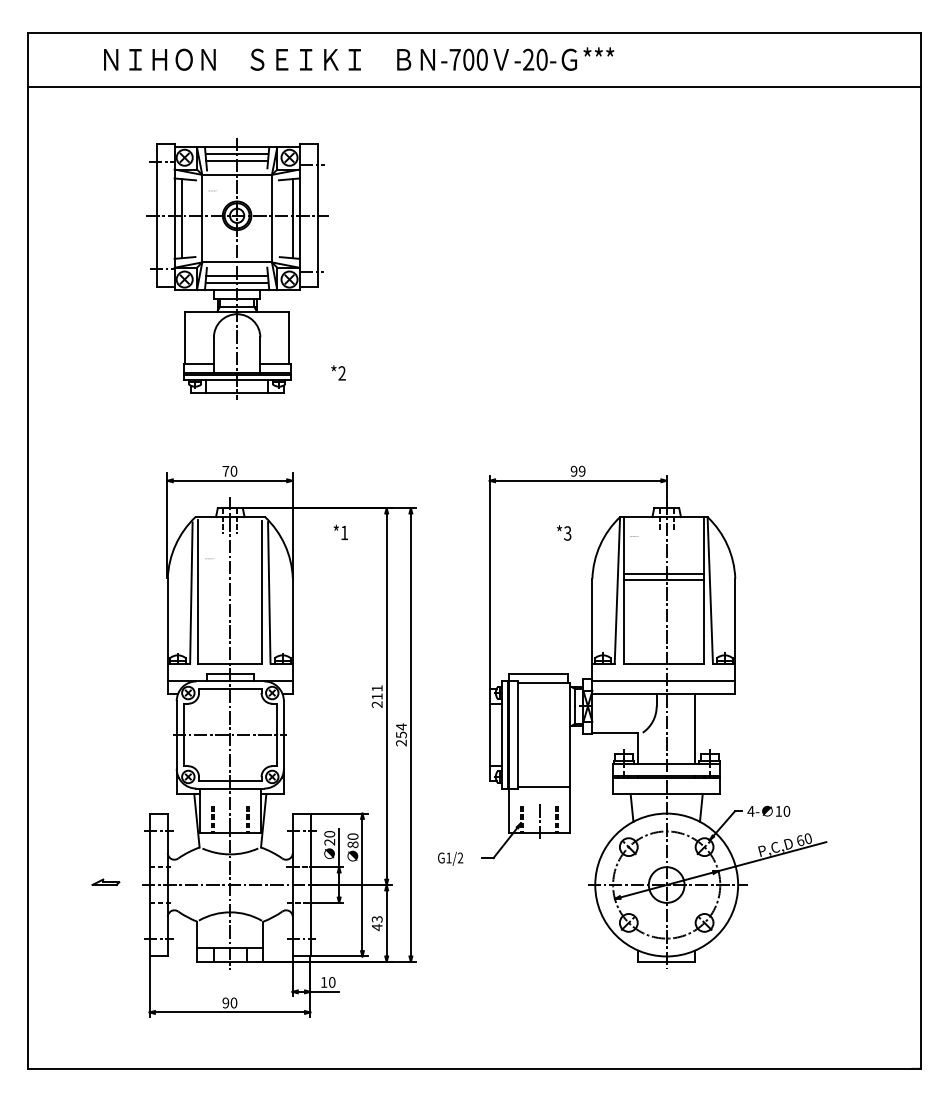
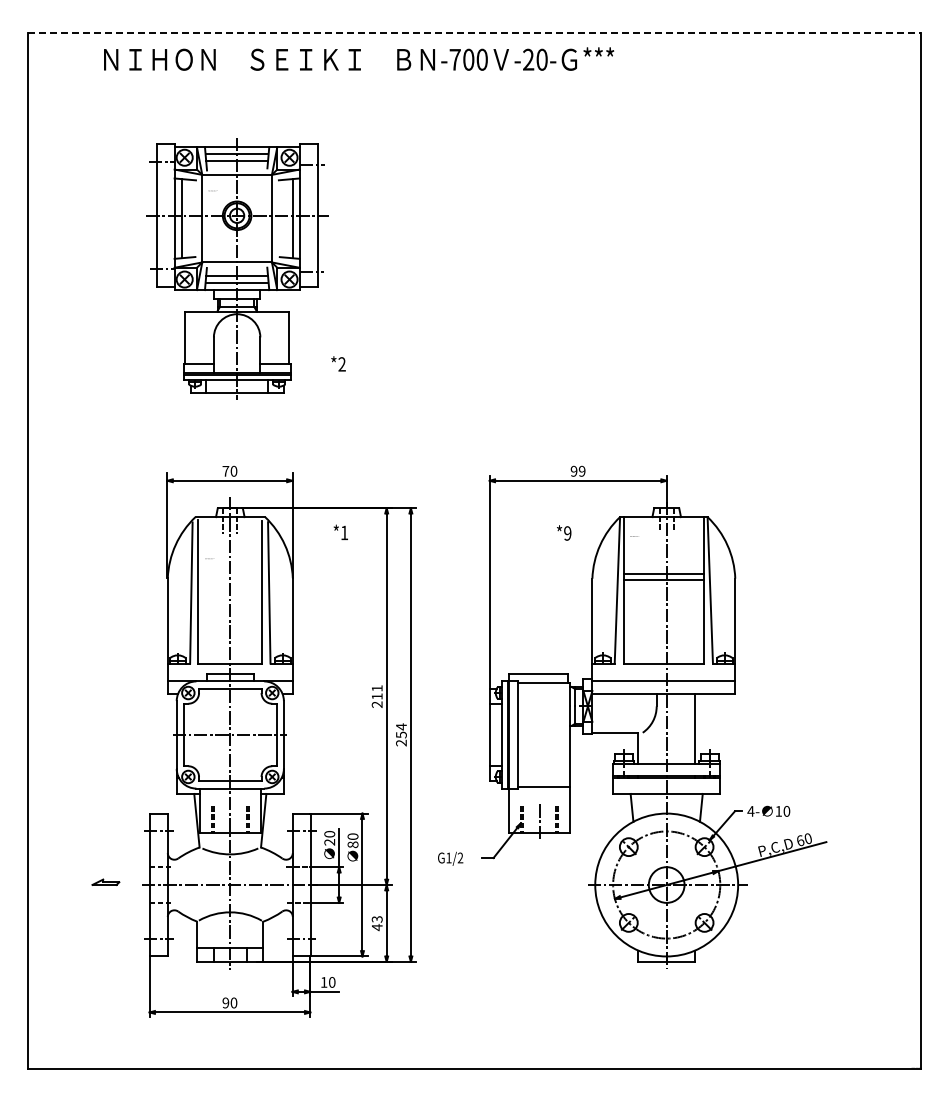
line at (474, 33): solid -> dashed
line at (474, 86): present -> none
text at (338, 372) position: (338, 372) -> (338, 363)
text at (567, 533): *3 -> *9
